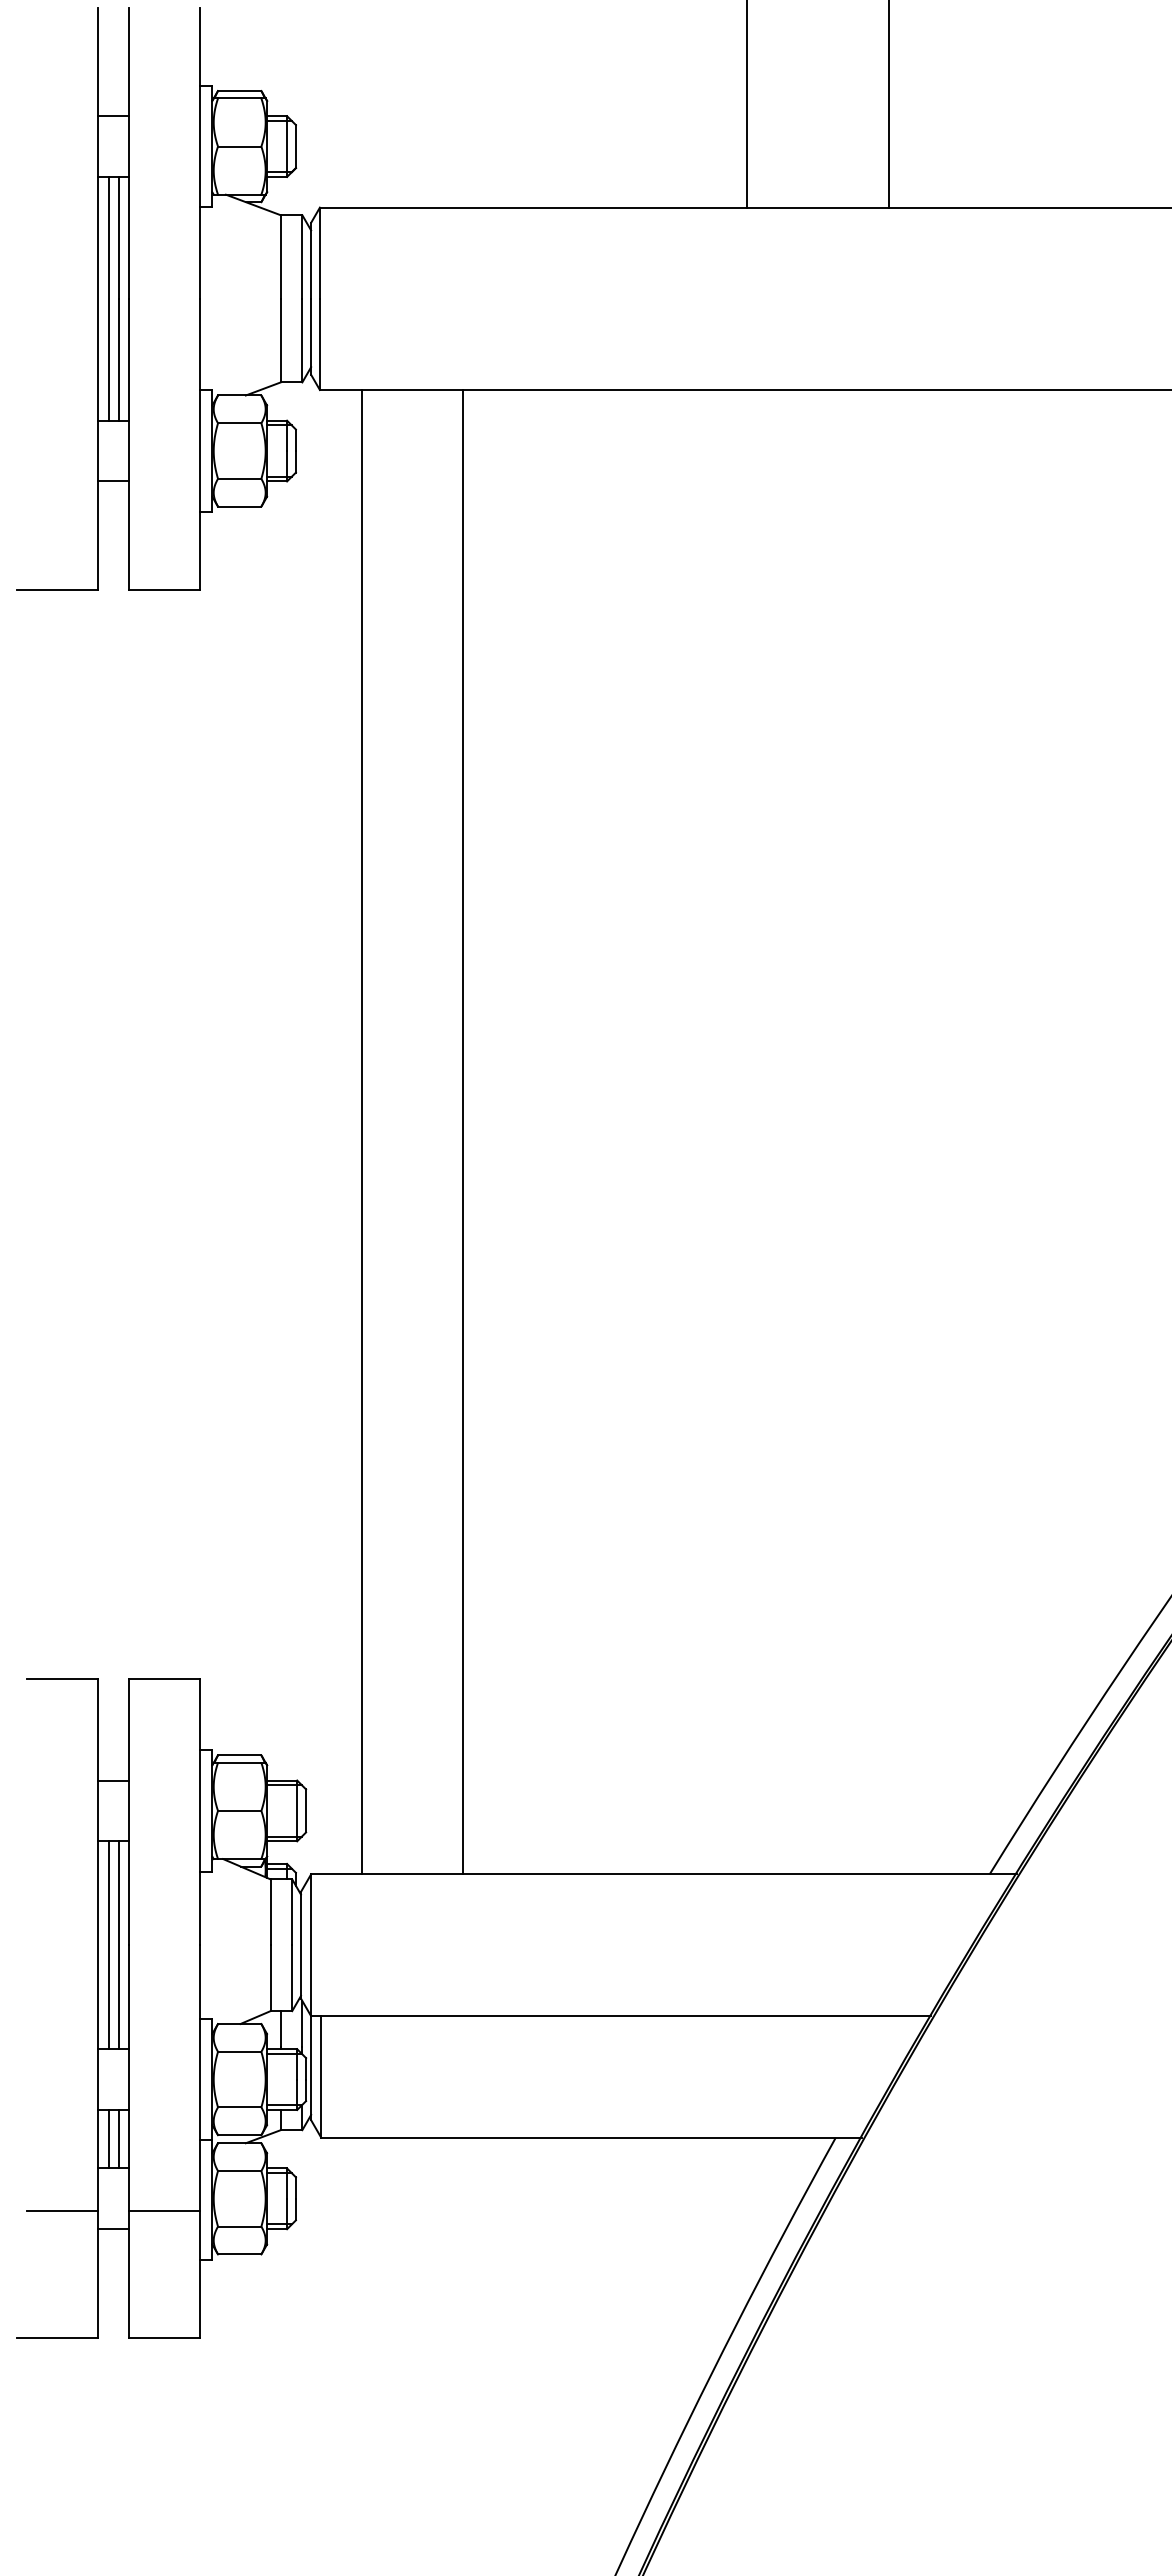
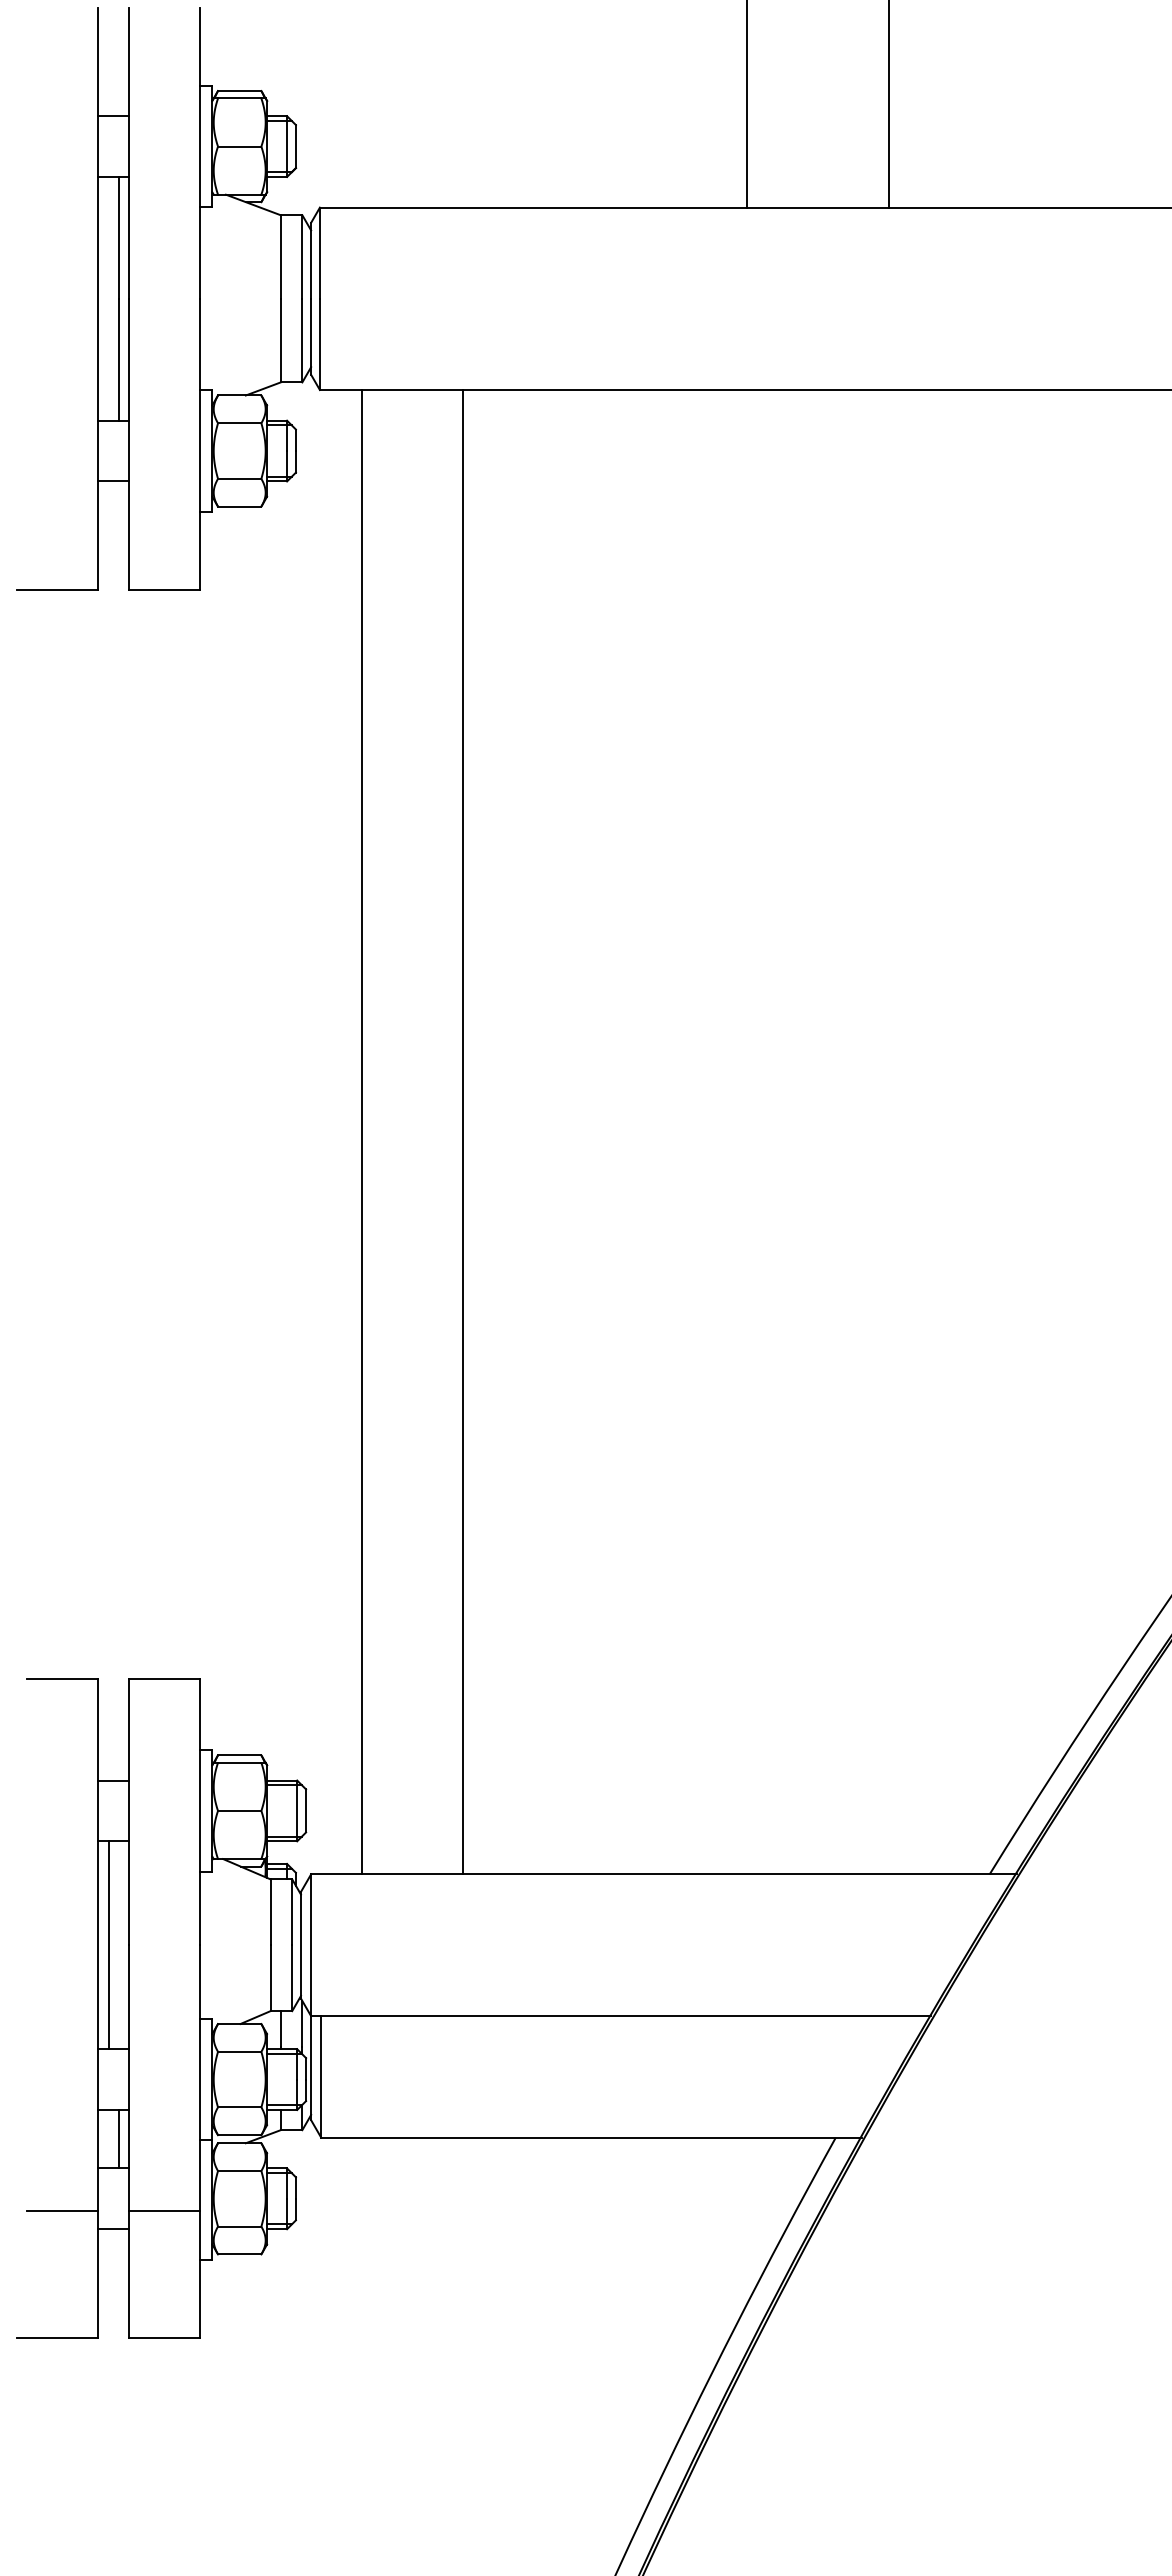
line at (108, 298): present -> none
line at (118, 1945): present -> none
line at (108, 2138): present -> none
